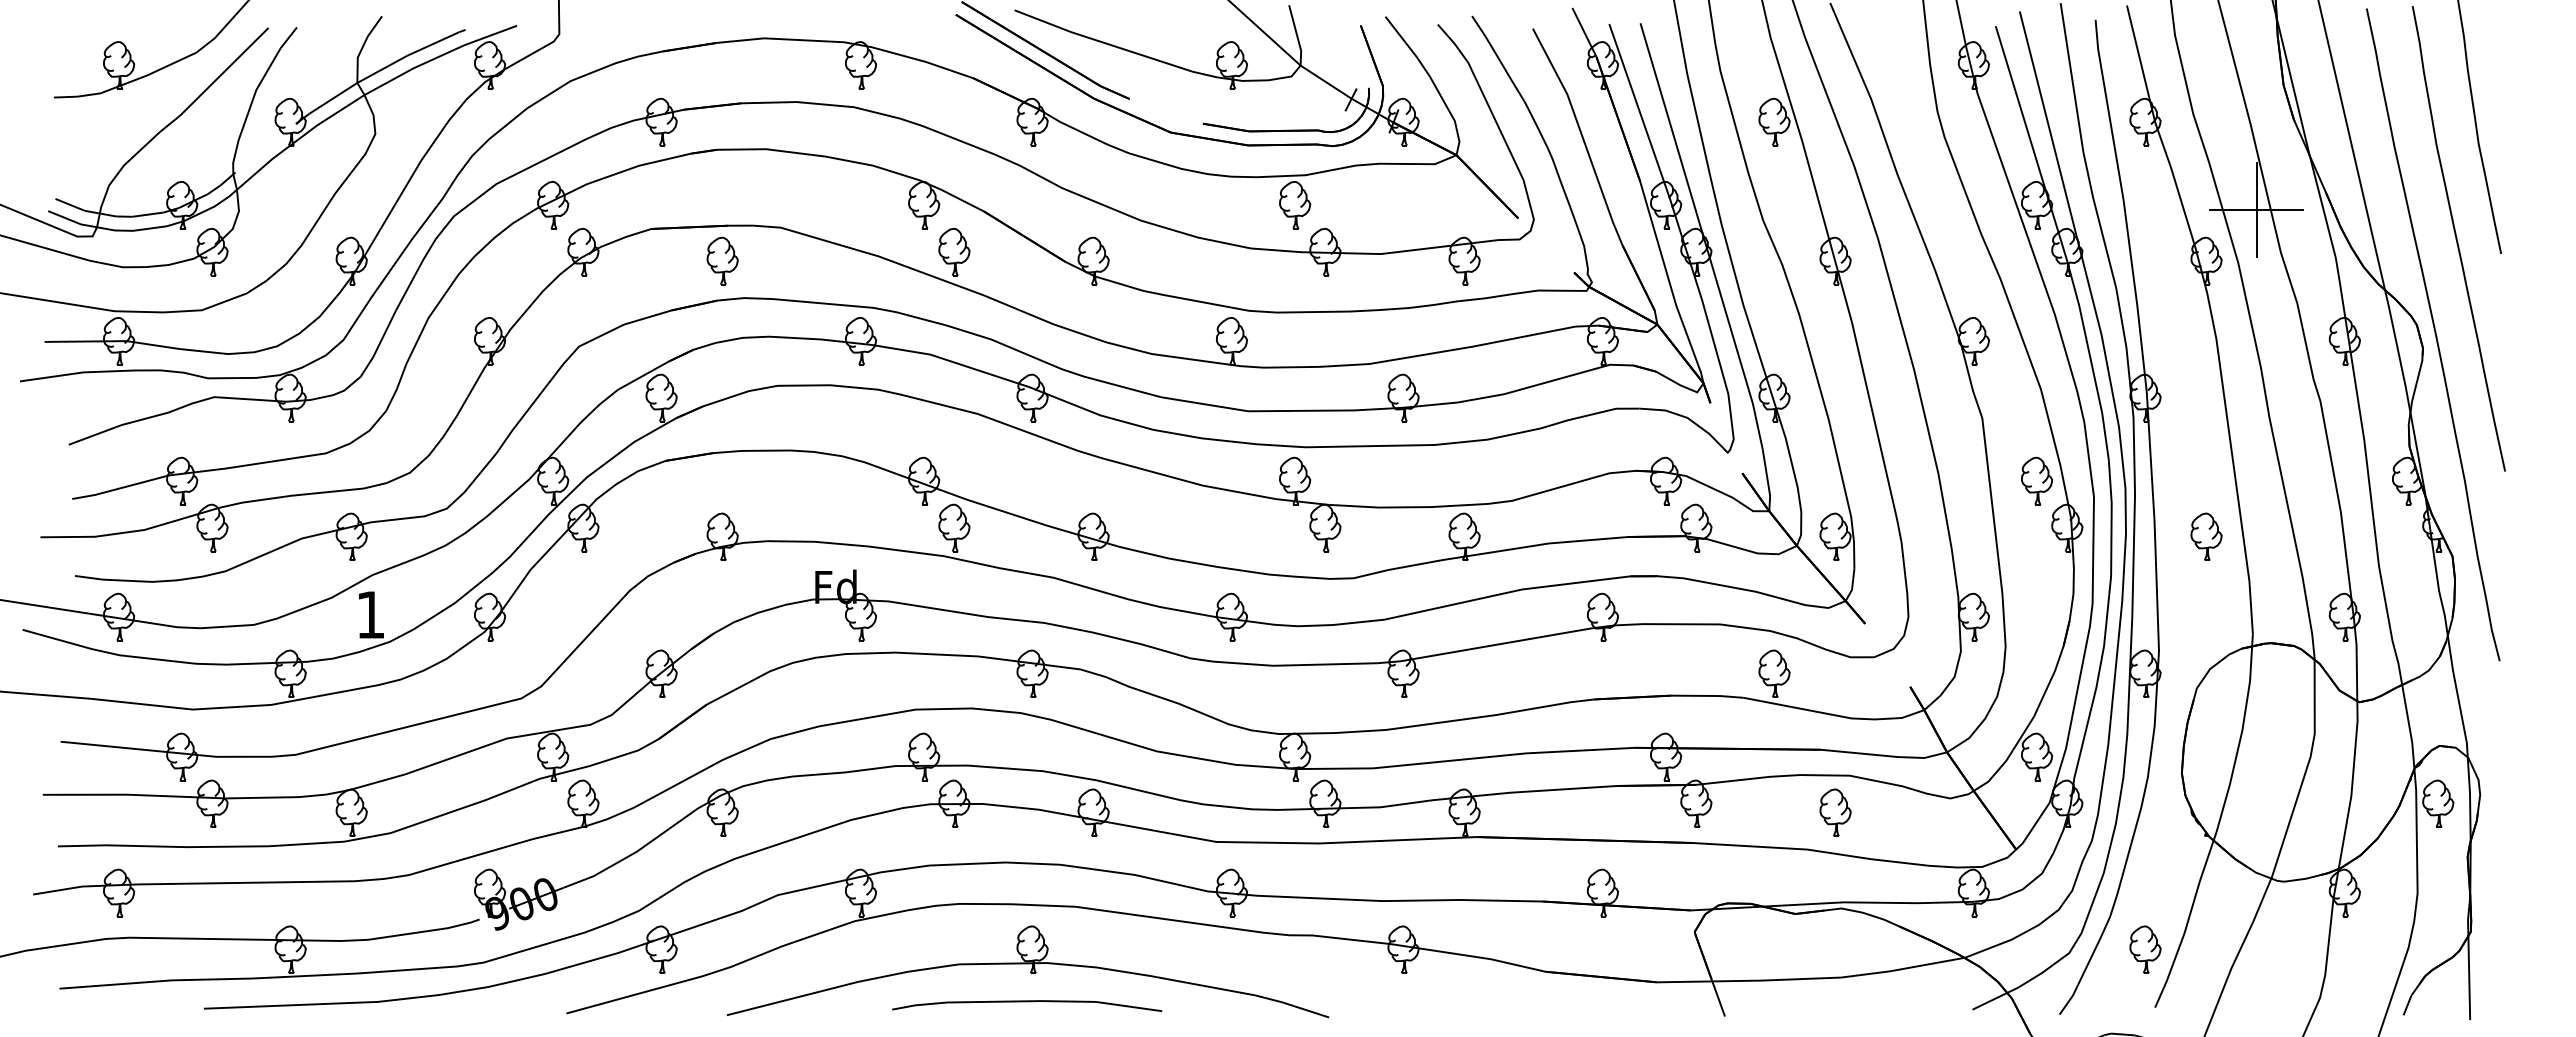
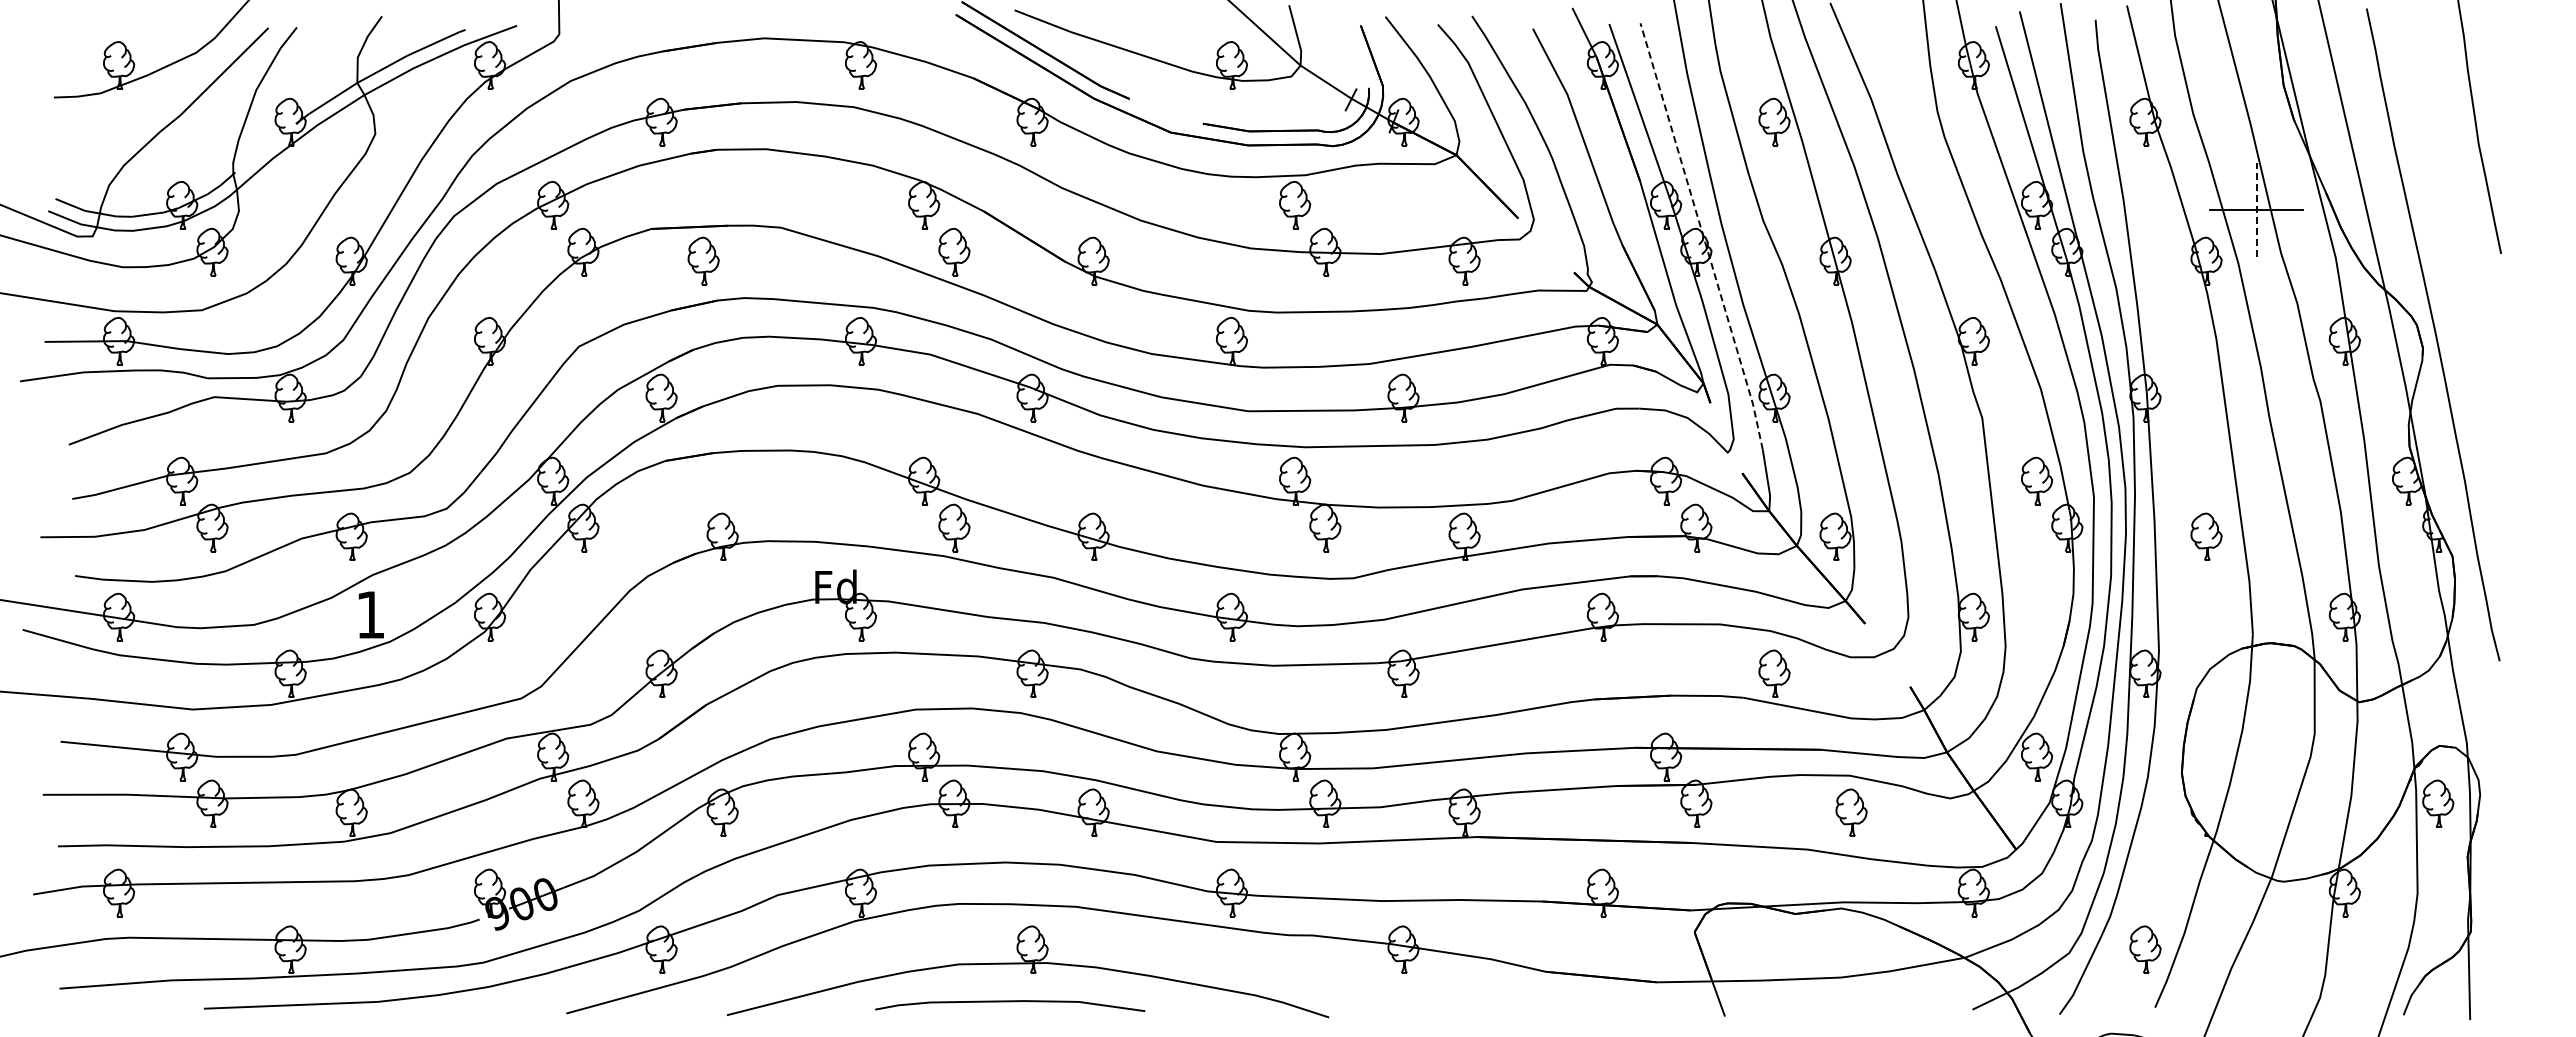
line at (2256, 210): solid -> dashed
line at (1703, 236): solid -> dashed
curve at (2457, 238): present -> none
part at (722, 260) position: (722, 260) -> (703, 260)
part at (1835, 812) position: (1835, 812) -> (1851, 812)
curve at (1027, 1002) position: (1027, 1002) -> (1010, 1002)
